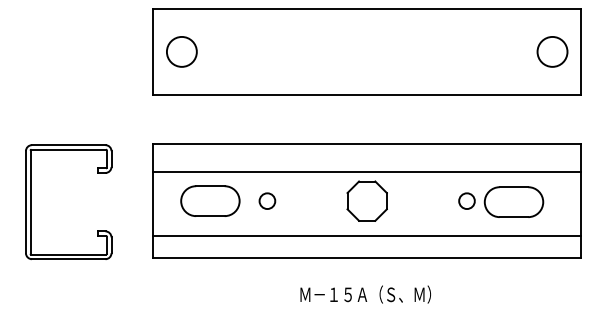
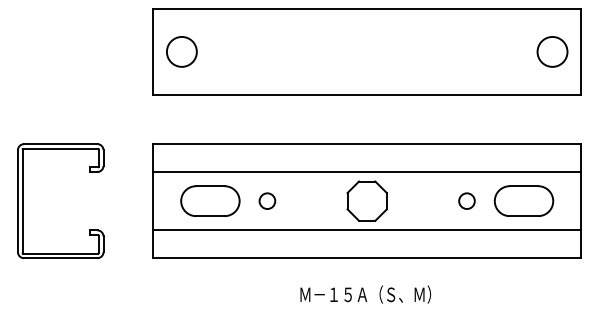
part at (31, 201) position: (31, 201) -> (23, 200)
part at (513, 201) position: (513, 201) -> (523, 200)
line at (367, 236) position: (367, 236) -> (367, 230)
